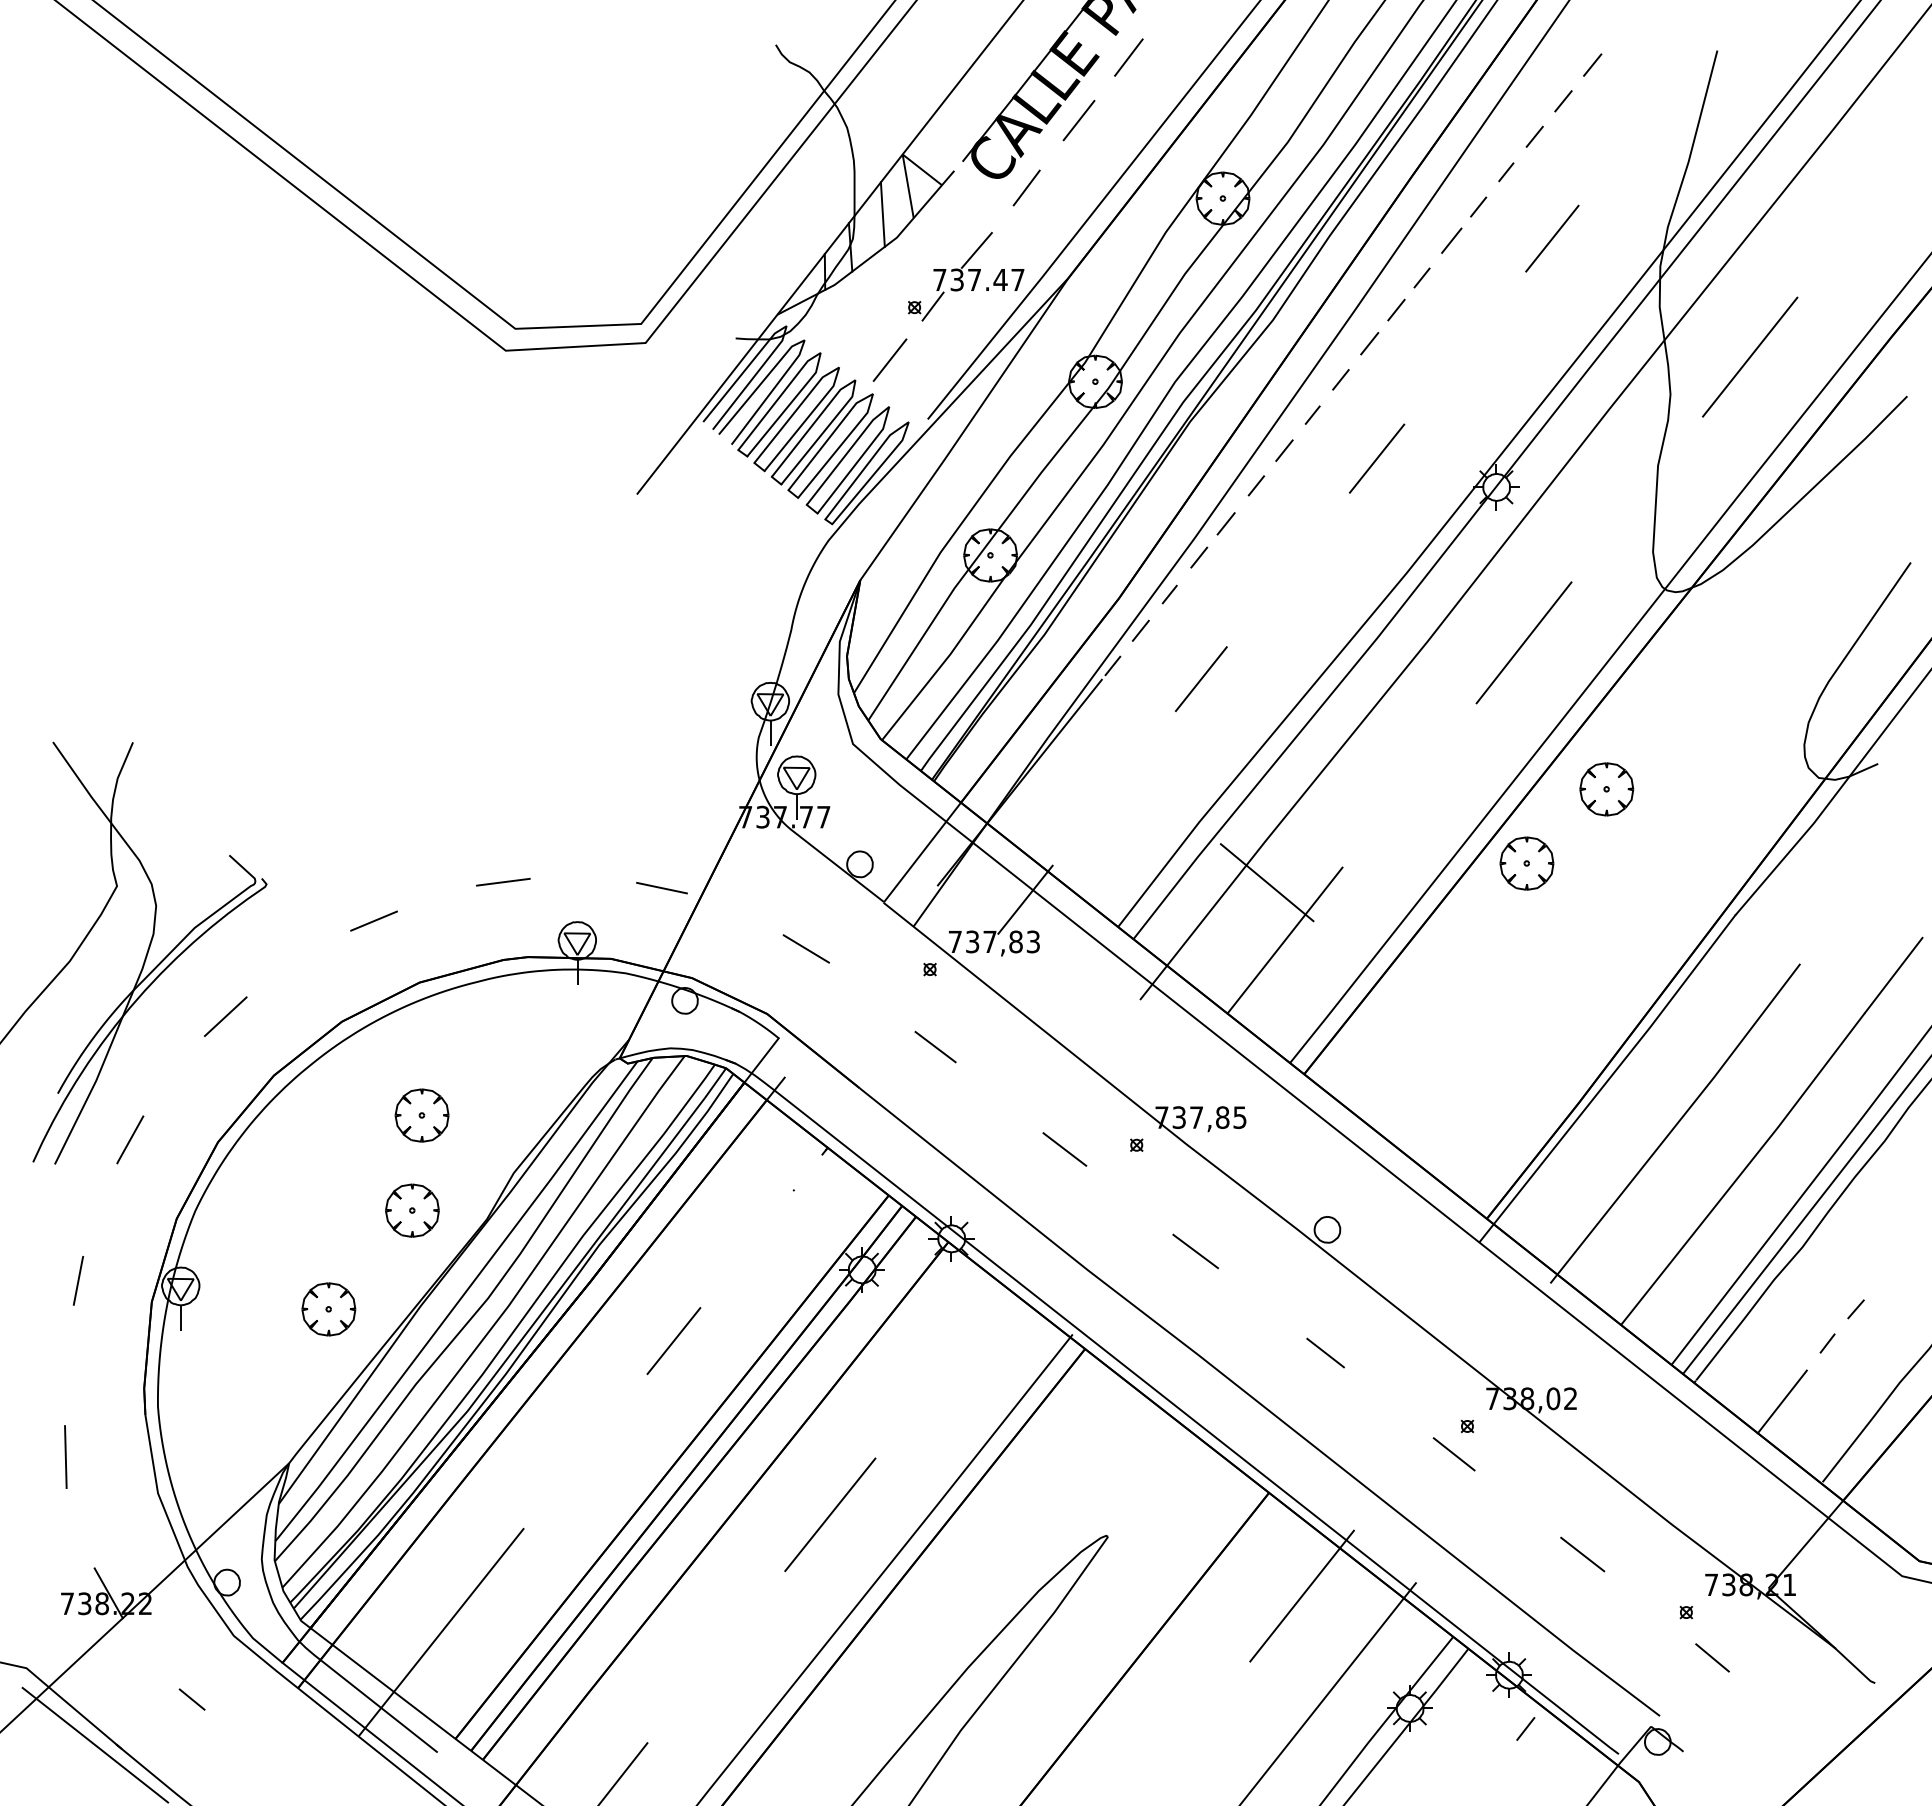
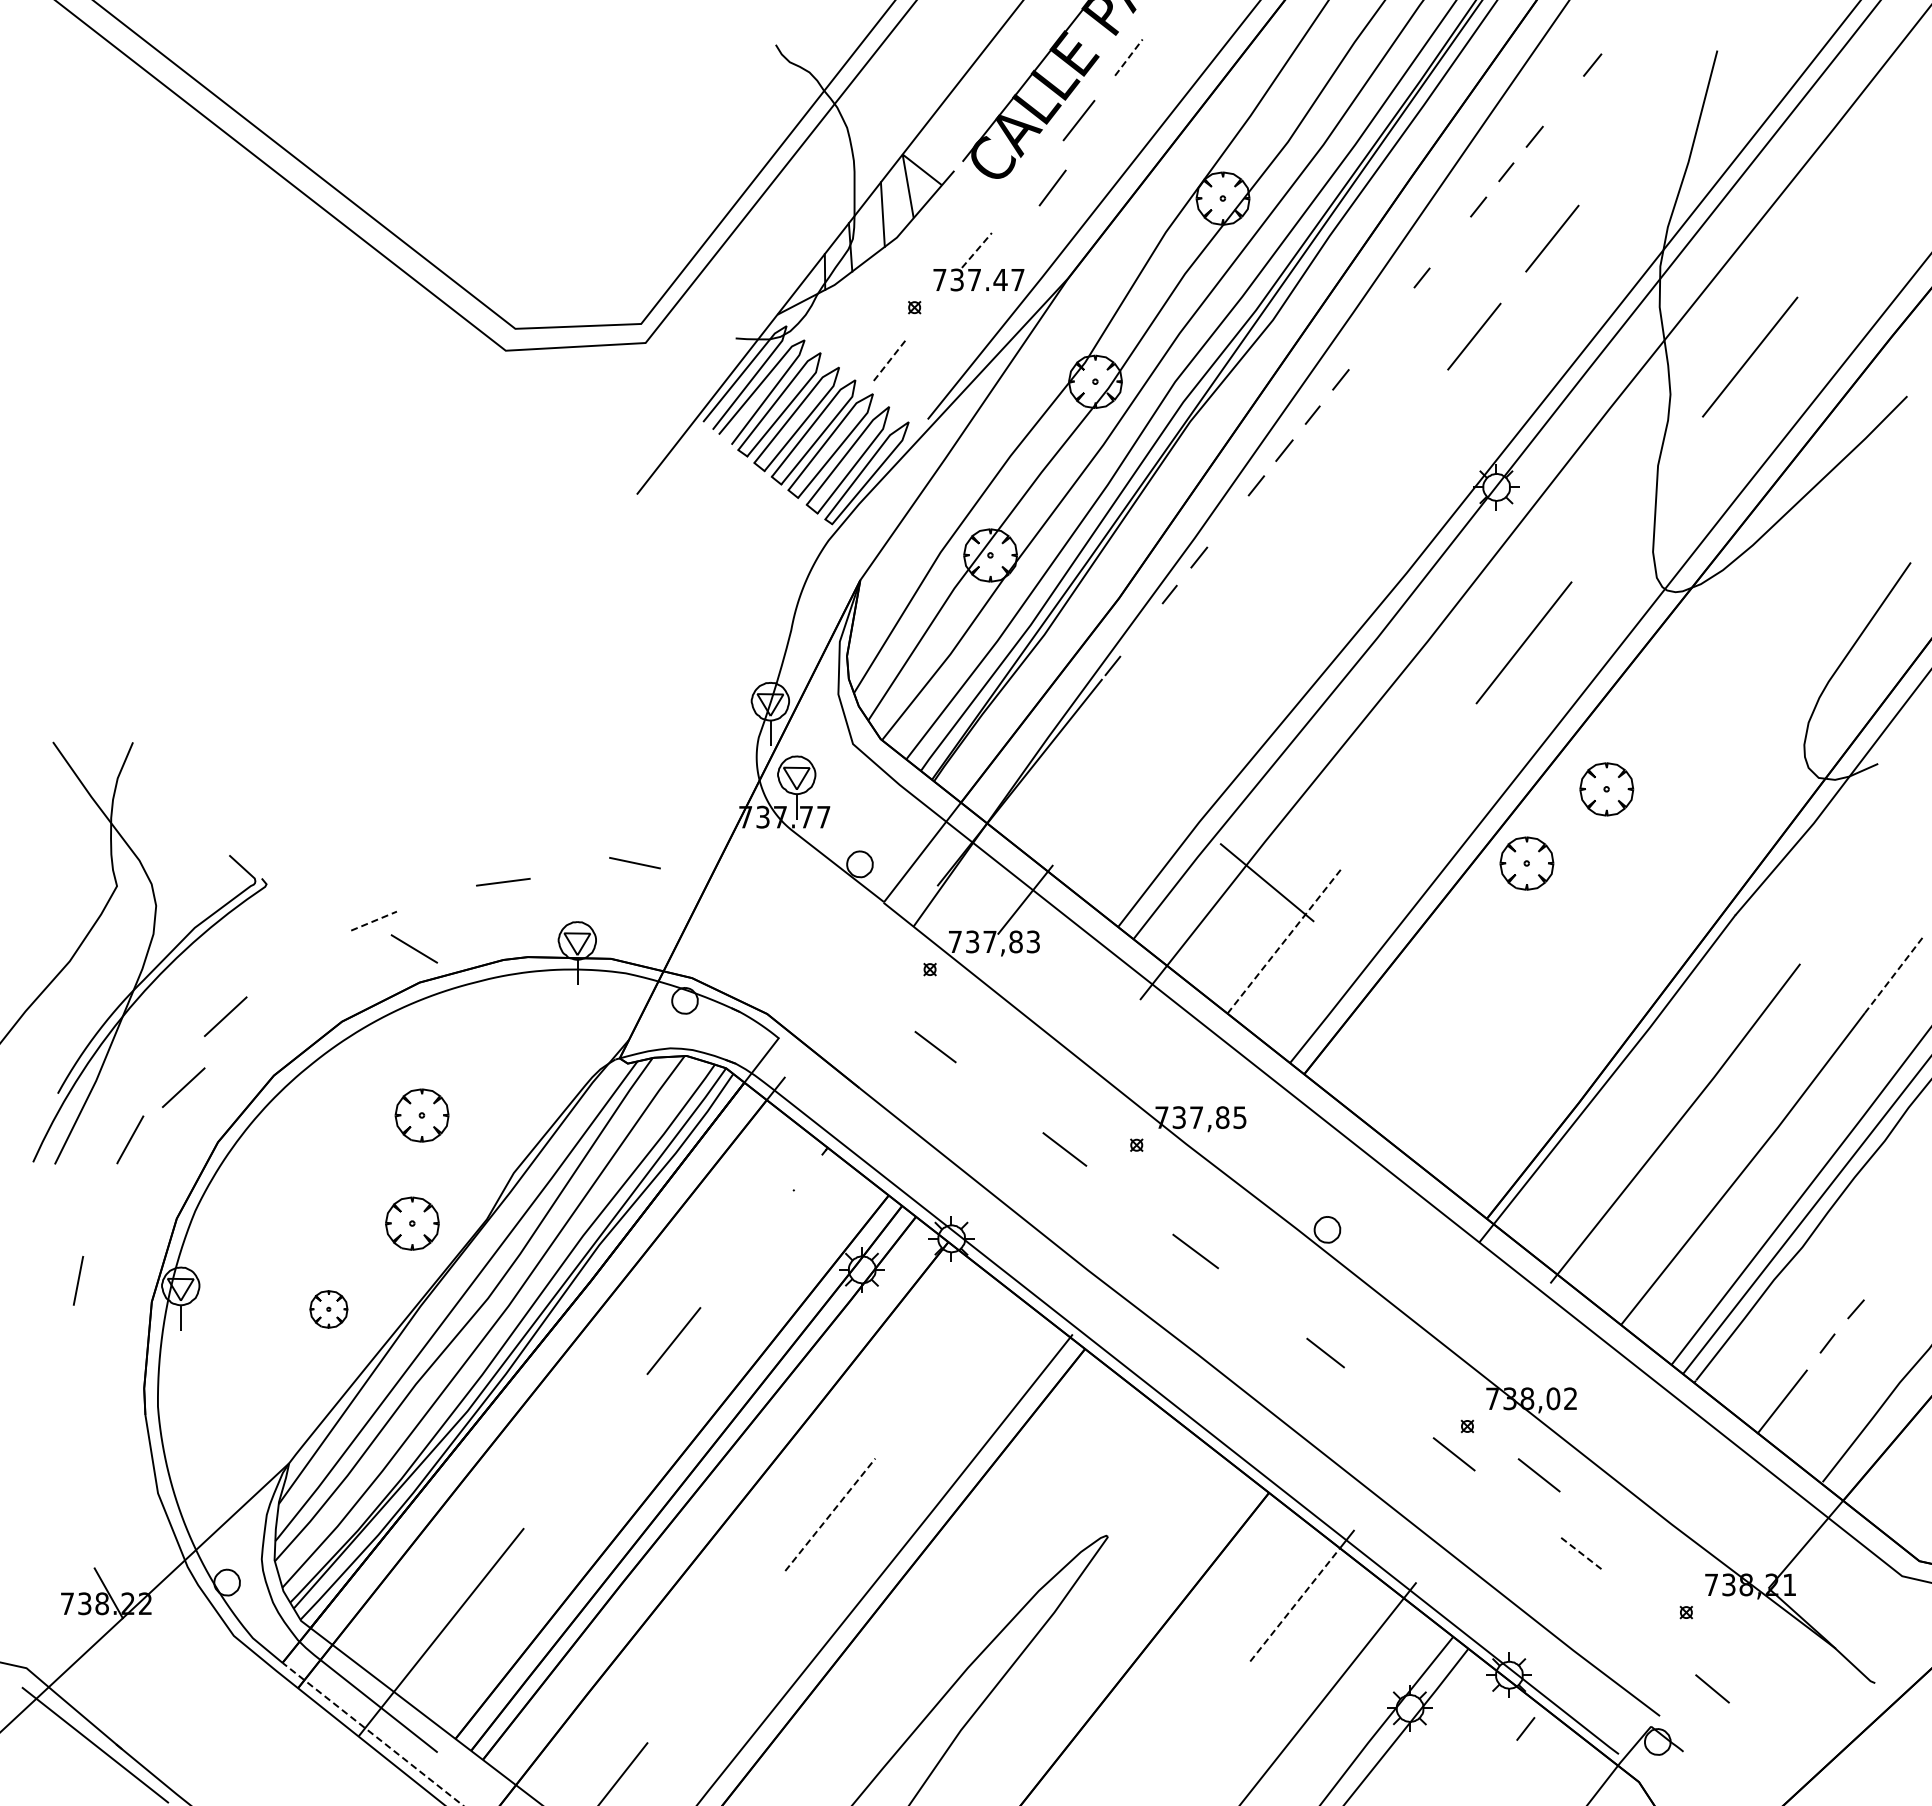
line at (1128, 57): solid -> dashed
line at (1563, 101): present -> none
line at (1026, 187) position: (1026, 187) -> (1052, 187)
line at (1451, 240): present -> none
line at (976, 250): solid -> dashed
line at (932, 306): present -> none
line at (1396, 309): present -> none
line at (1474, 336): none -> present
line at (1369, 343): present -> none
line at (890, 359): solid -> dashed
line at (1376, 458): present -> none
line at (1225, 523): present -> none
line at (1140, 630): present -> none
line at (1200, 678): present -> none
line at (661, 888) position: (661, 888) -> (634, 863)
line at (374, 921): solid -> dashed
line at (1285, 940): solid -> dashed
line at (805, 948) position: (805, 948) -> (413, 948)
line at (1893, 975): solid -> dashed
line at (183, 1087): none -> present
part at (412, 1210) position: (412, 1210) -> (412, 1223)
part at (328, 1309) size: 56x55 px -> 40x39 px
line at (65, 1457): present -> none
line at (1538, 1475): none -> present
line at (830, 1514): solid -> dashed
line at (1583, 1554): solid -> dashed
line at (1295, 1604): solid -> dashed
line at (1712, 1657) position: (1712, 1657) -> (1712, 1688)
line at (191, 1699): present -> none
line at (372, 1734): solid -> dashed
